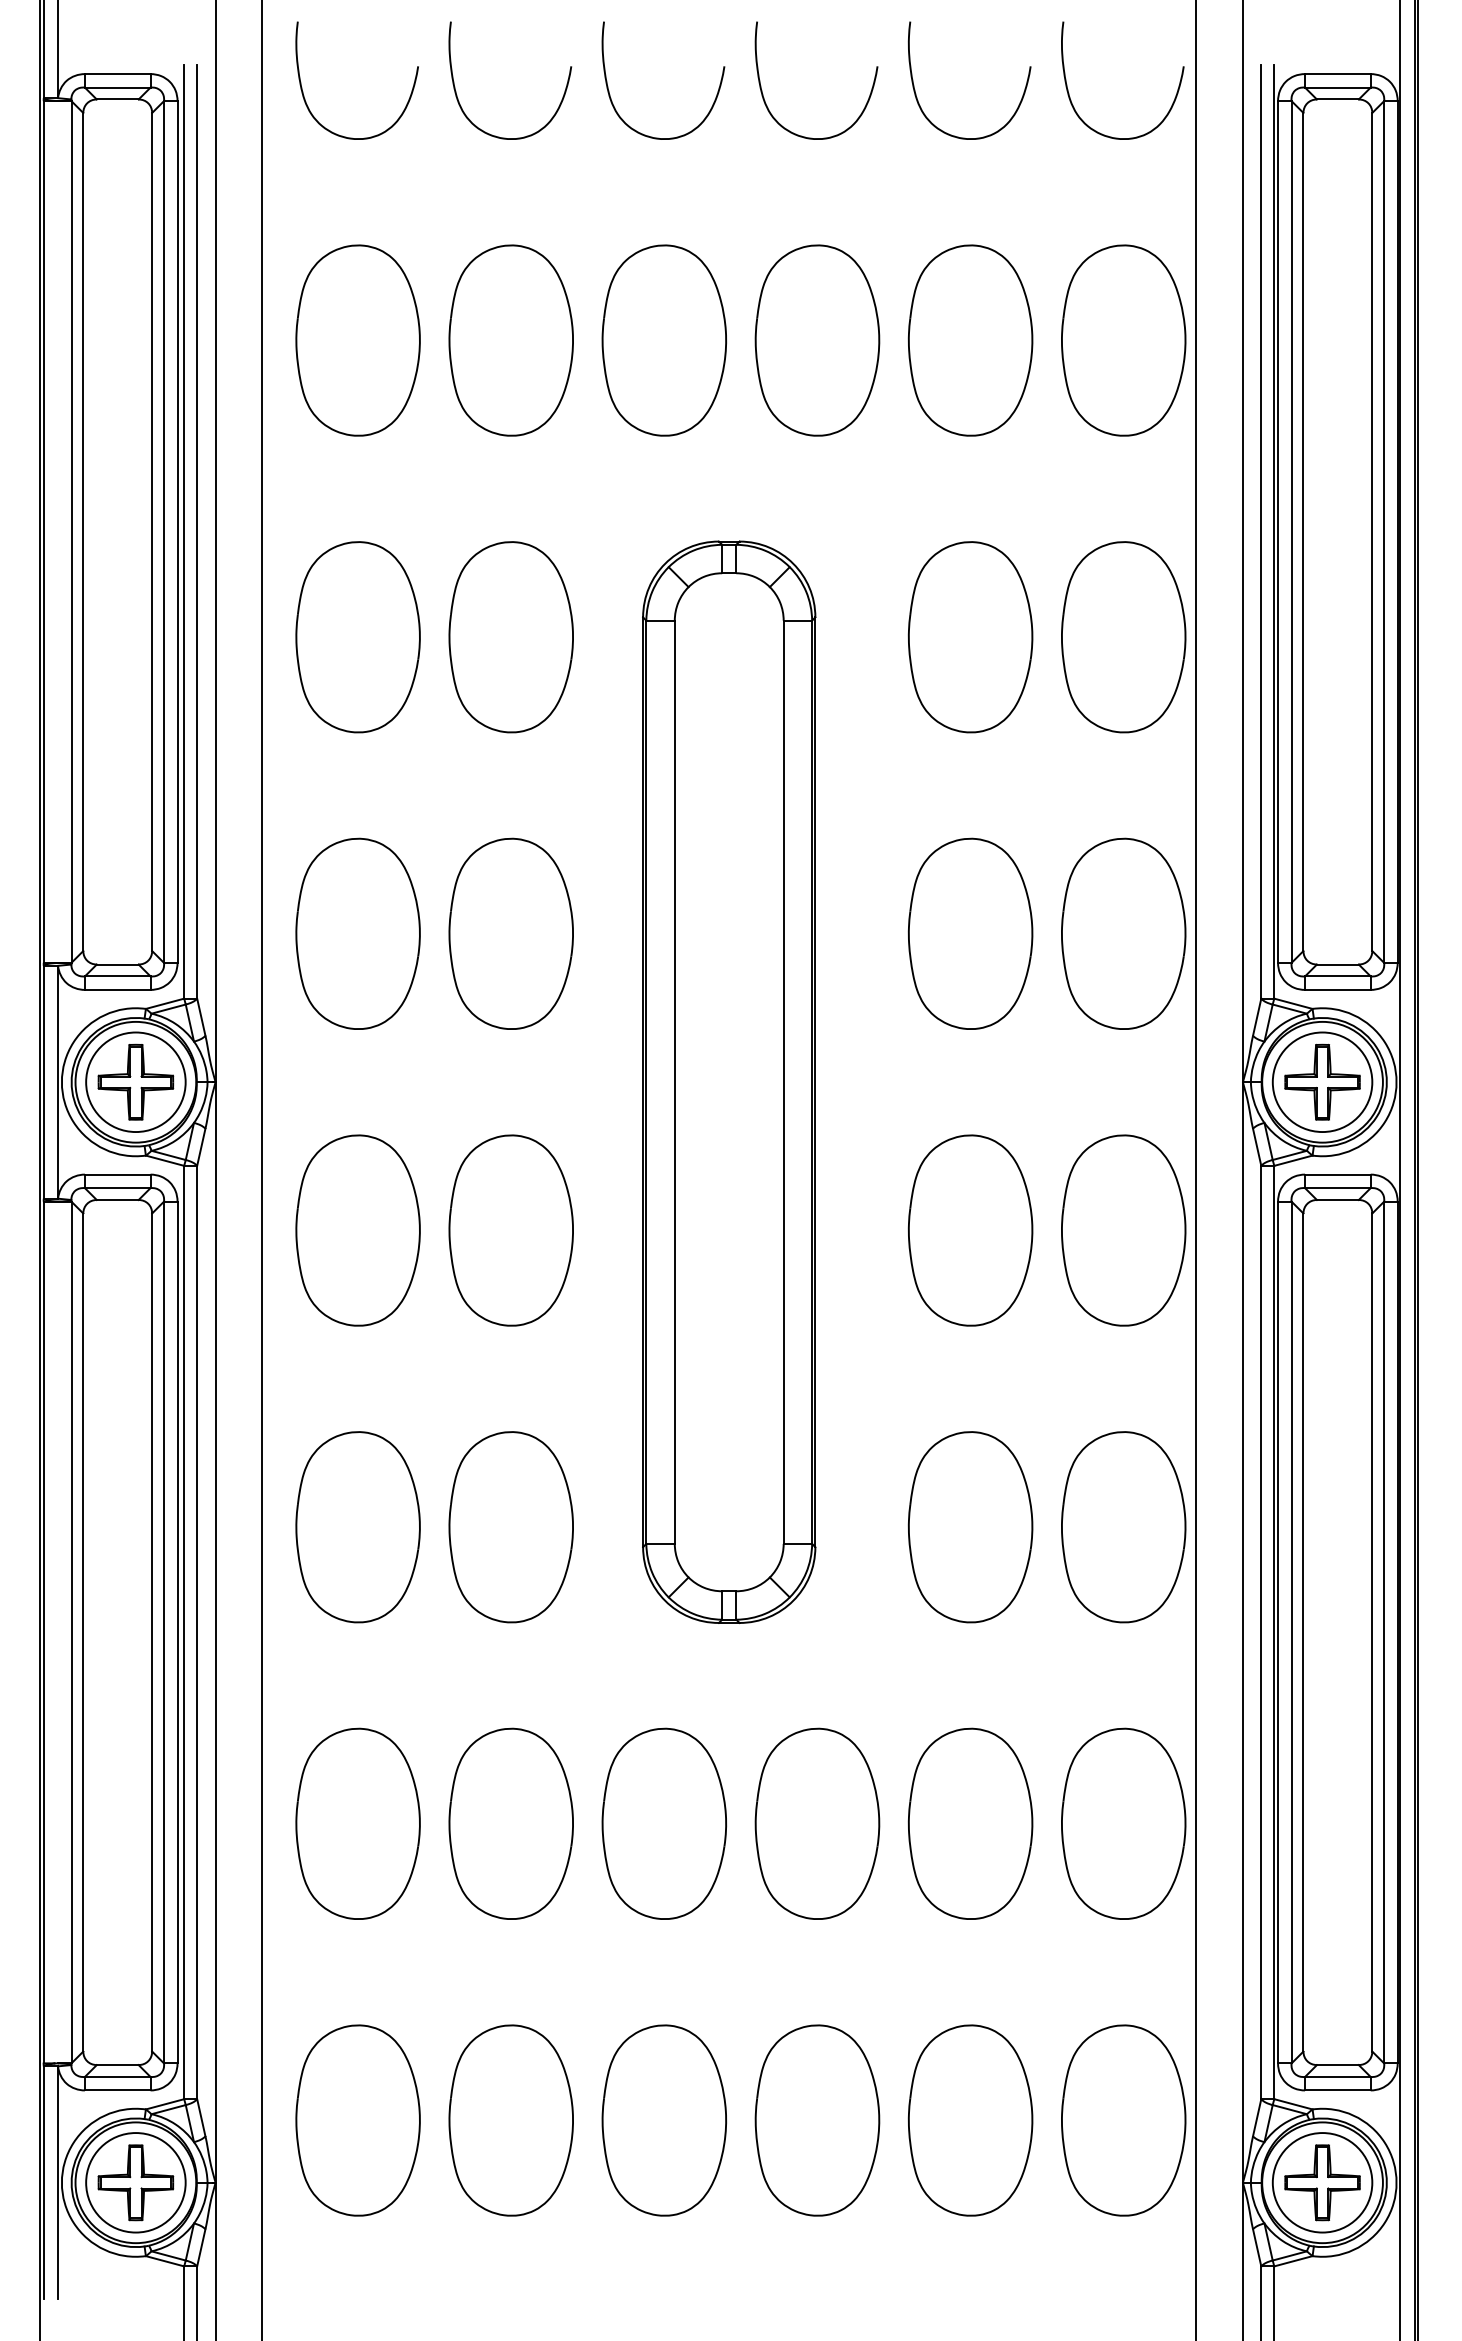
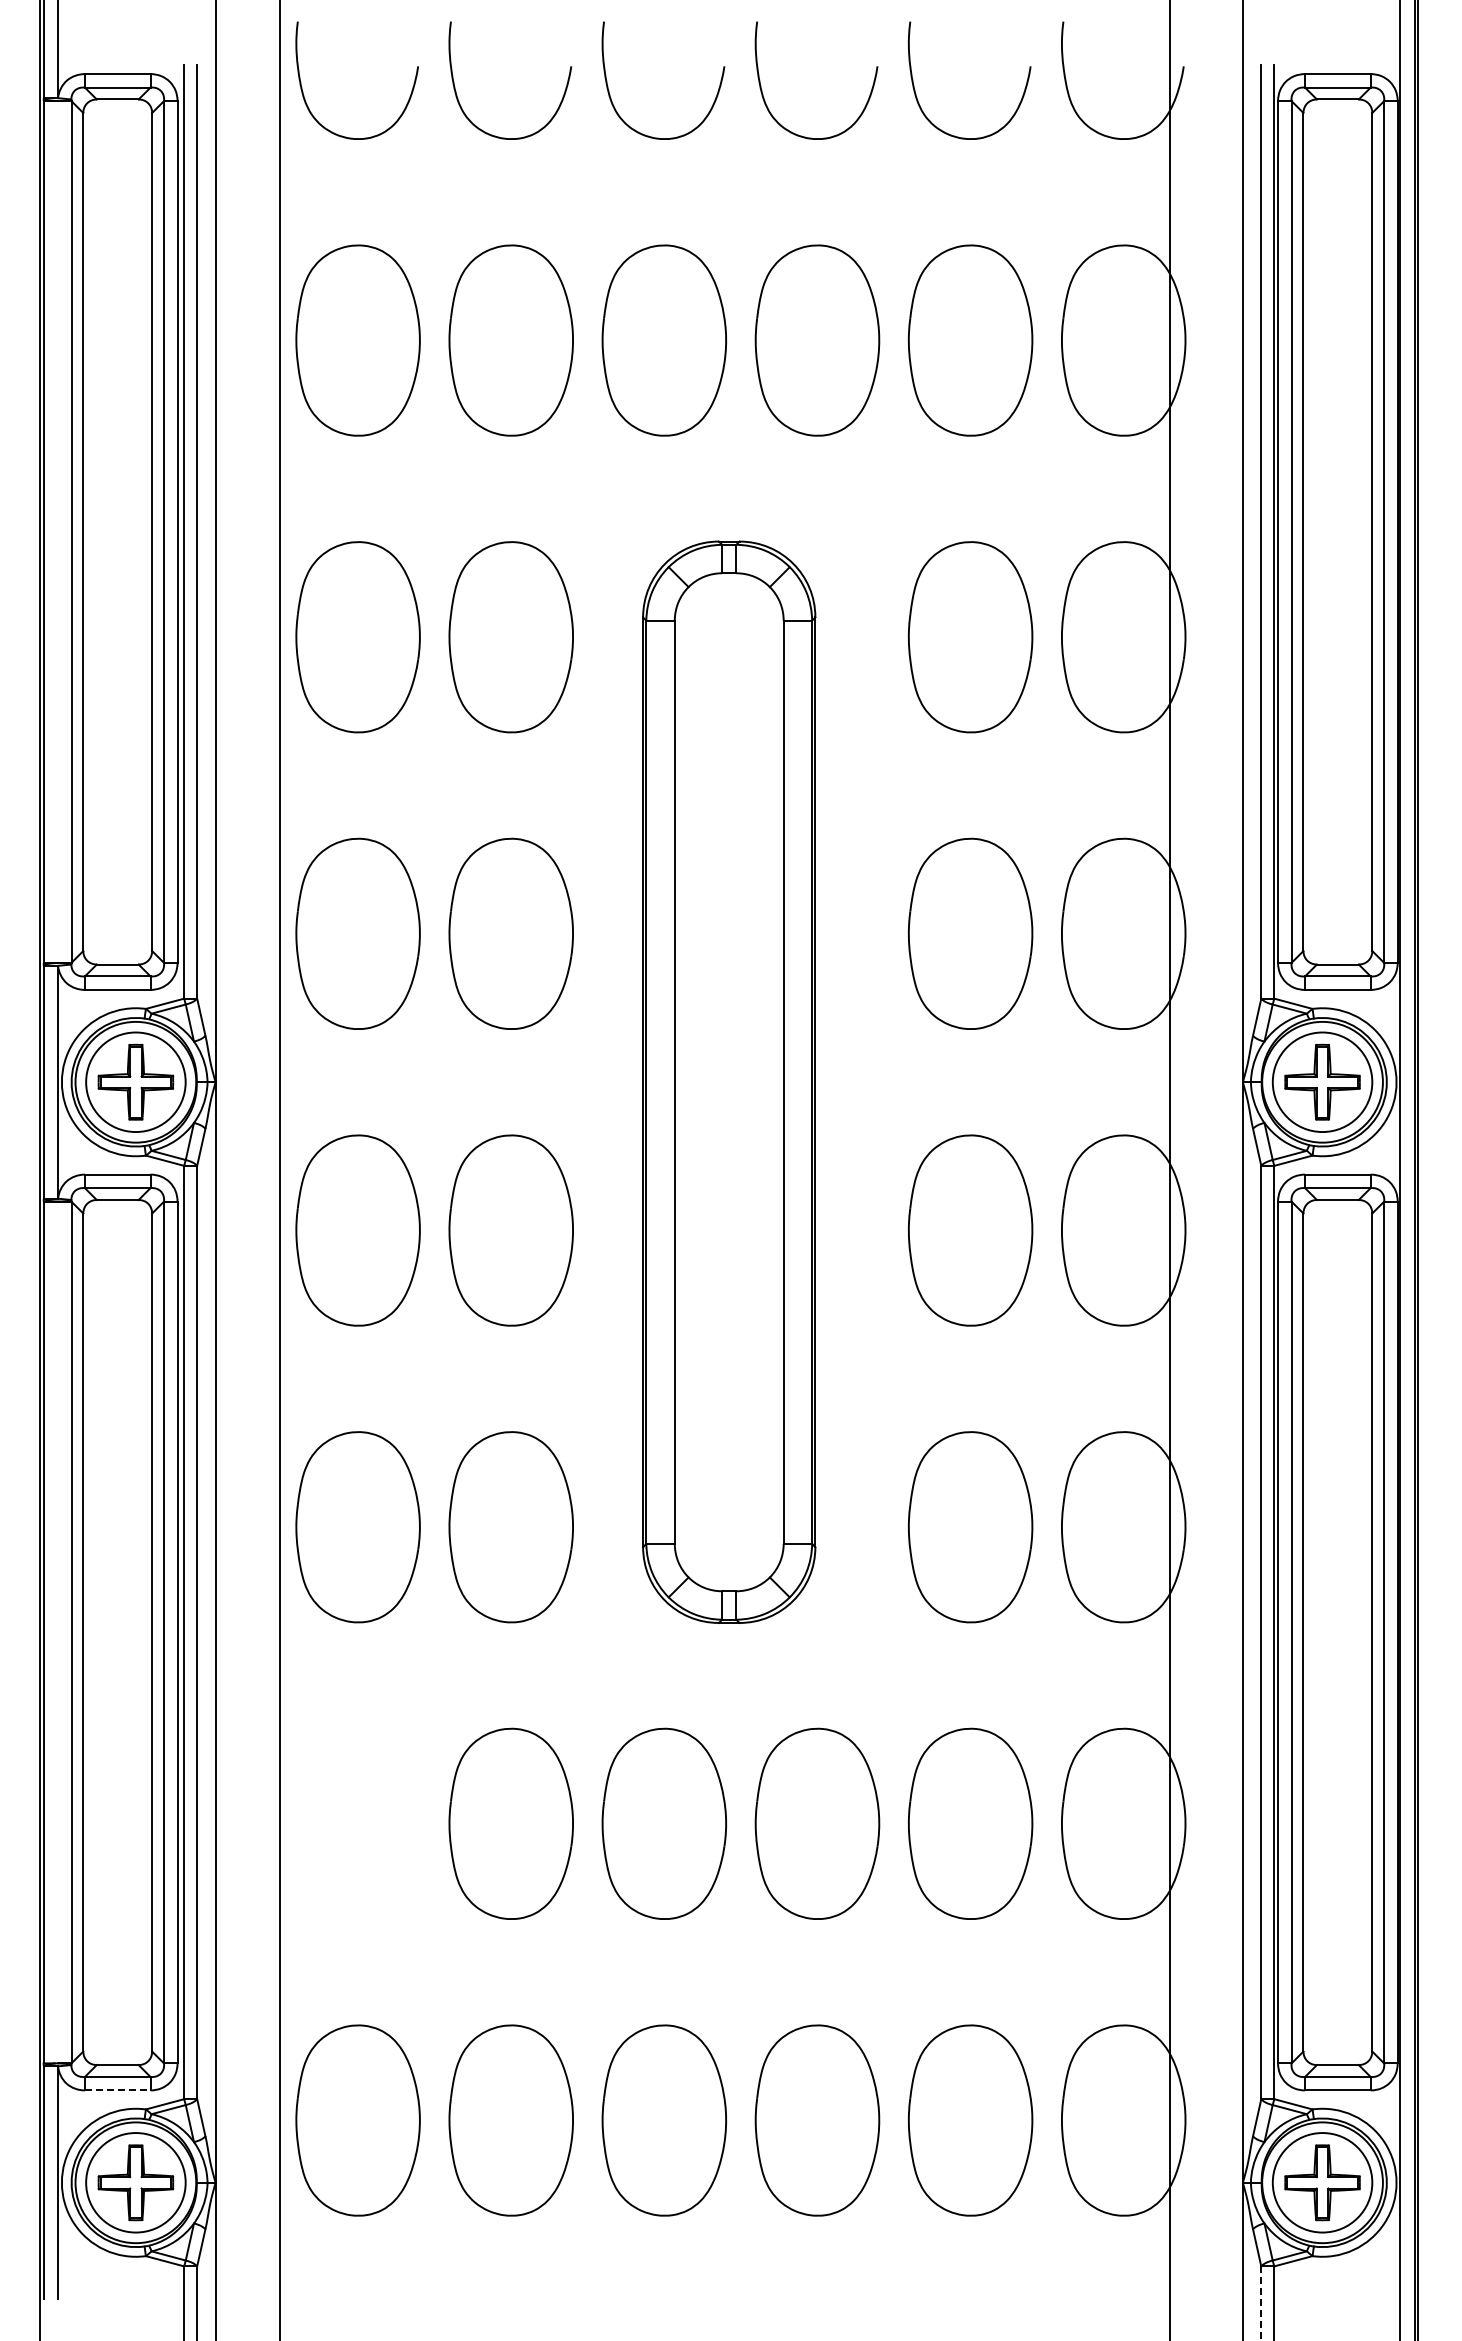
line at (262, 1169) position: (262, 1169) -> (280, 1169)
line at (1196, 1169) position: (1196, 1169) -> (1170, 1169)
part at (357, 1823): present -> none
line at (117, 2090): solid -> dashed
line at (1261, 2303): solid -> dashed
